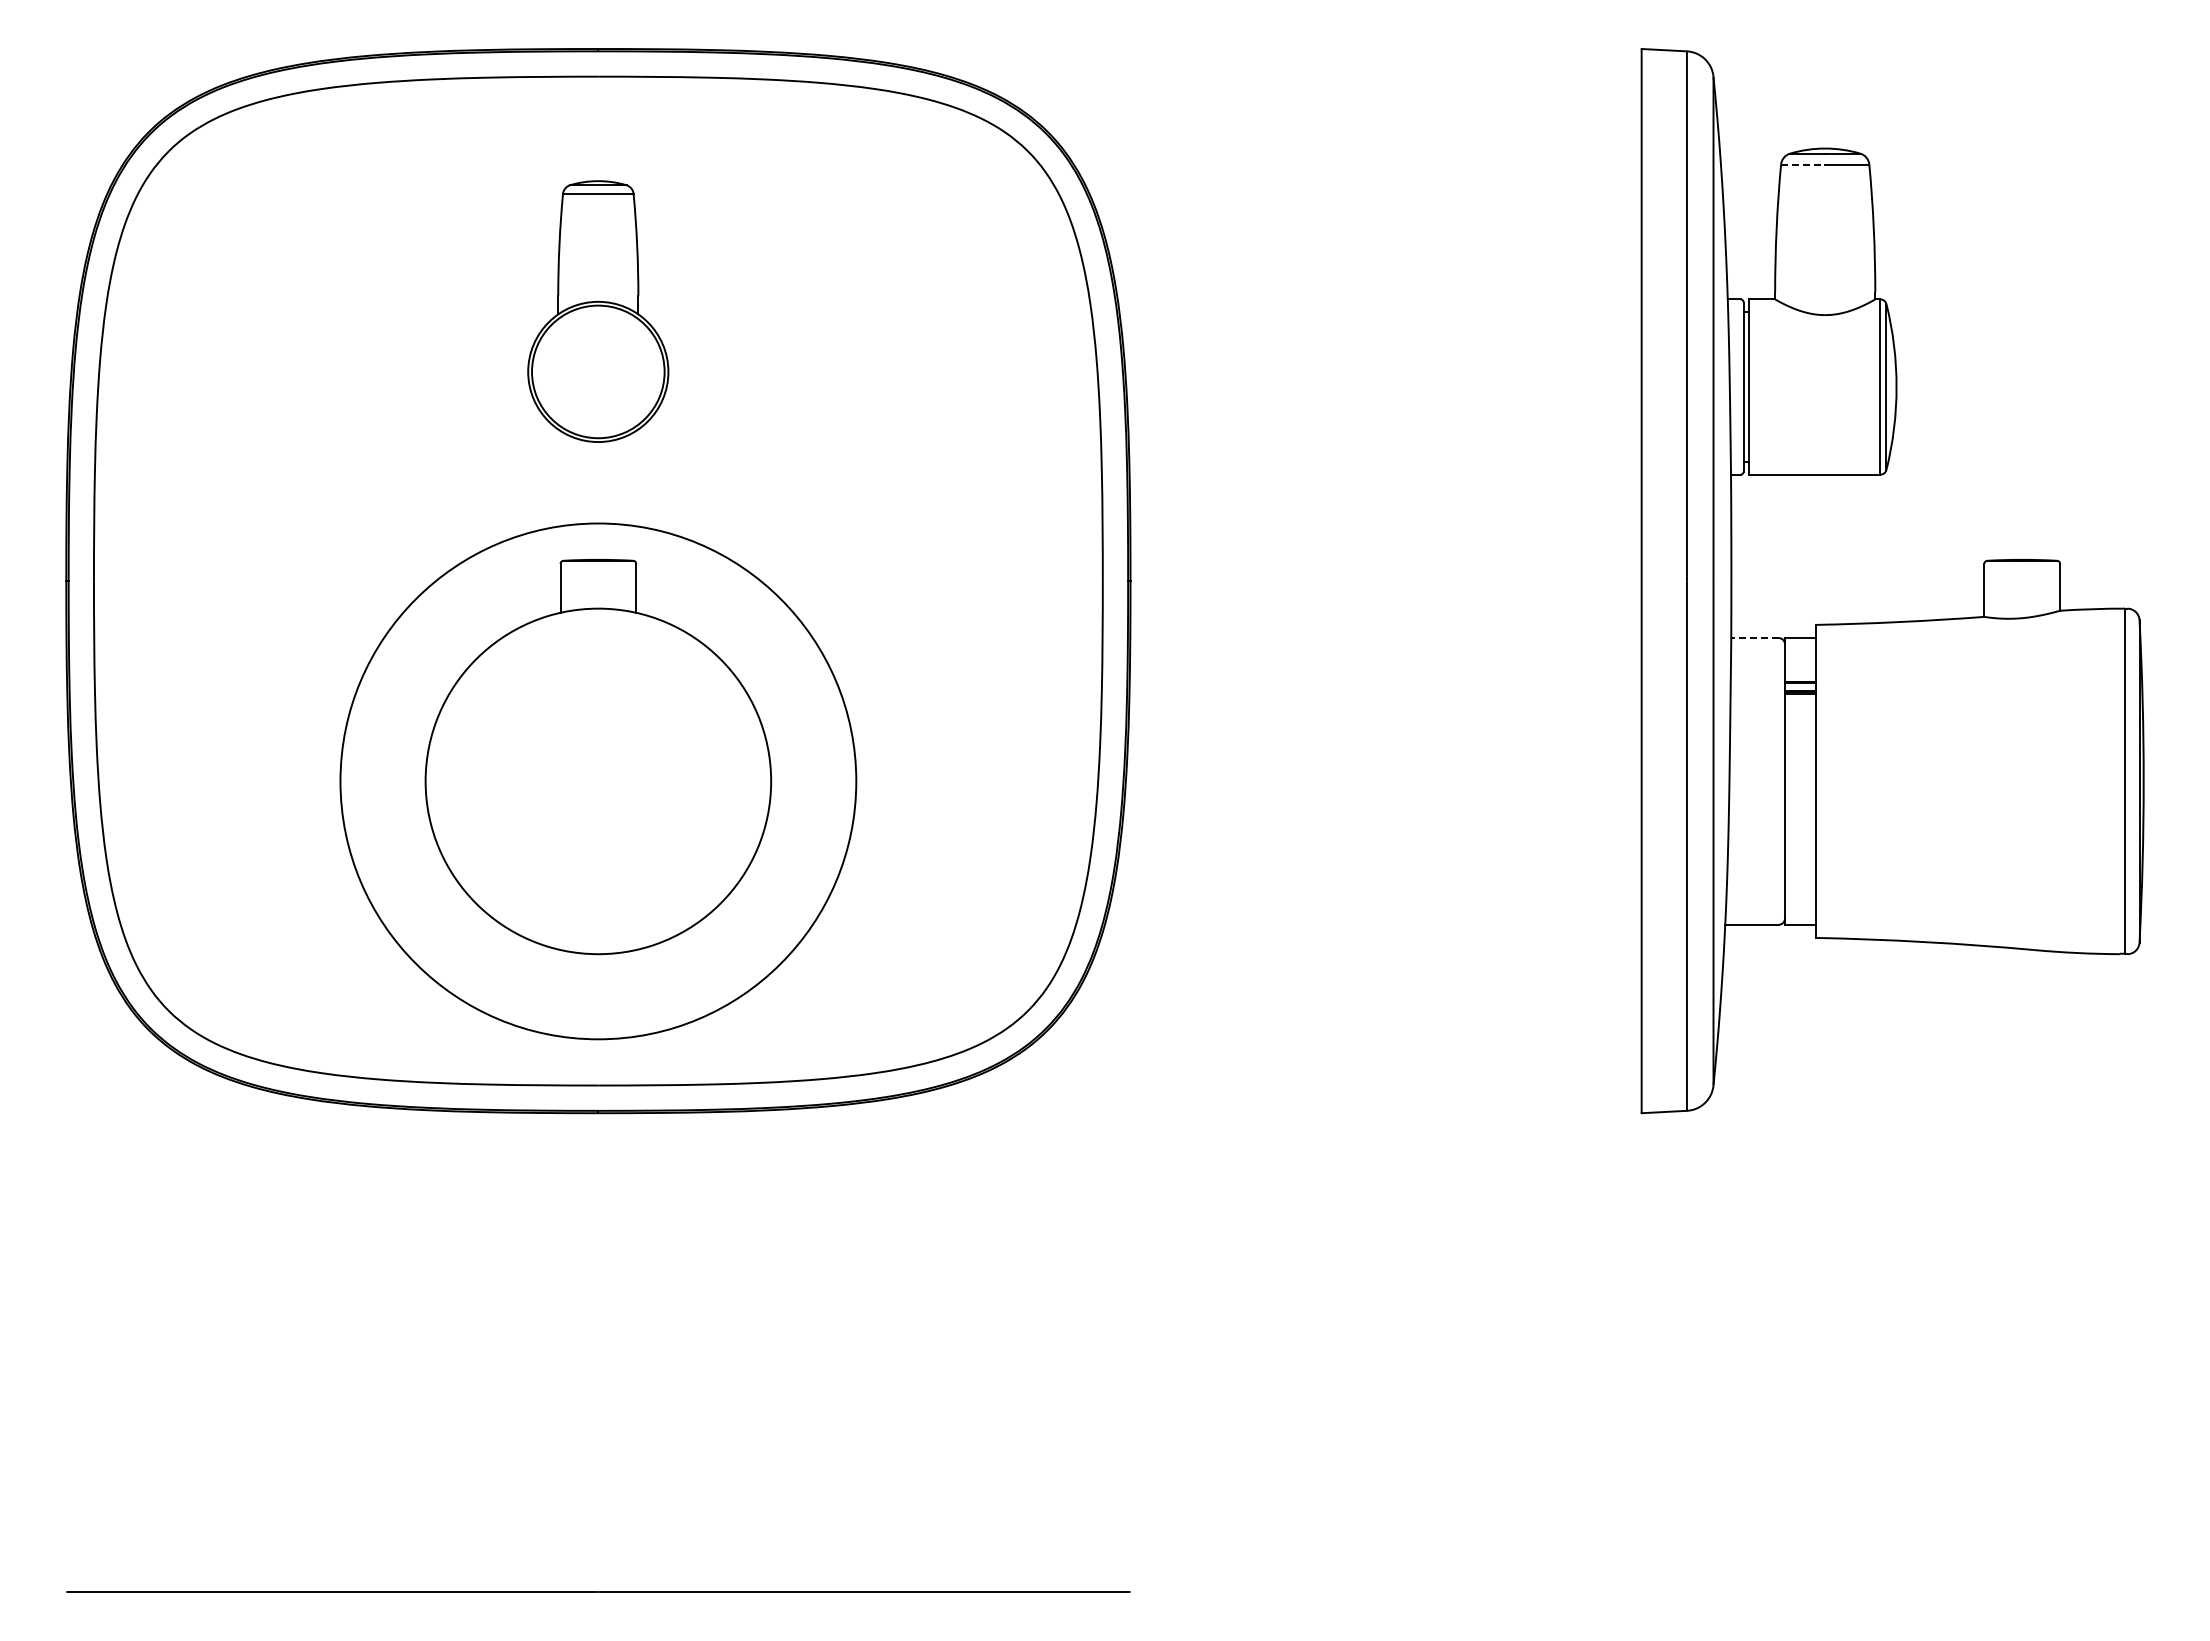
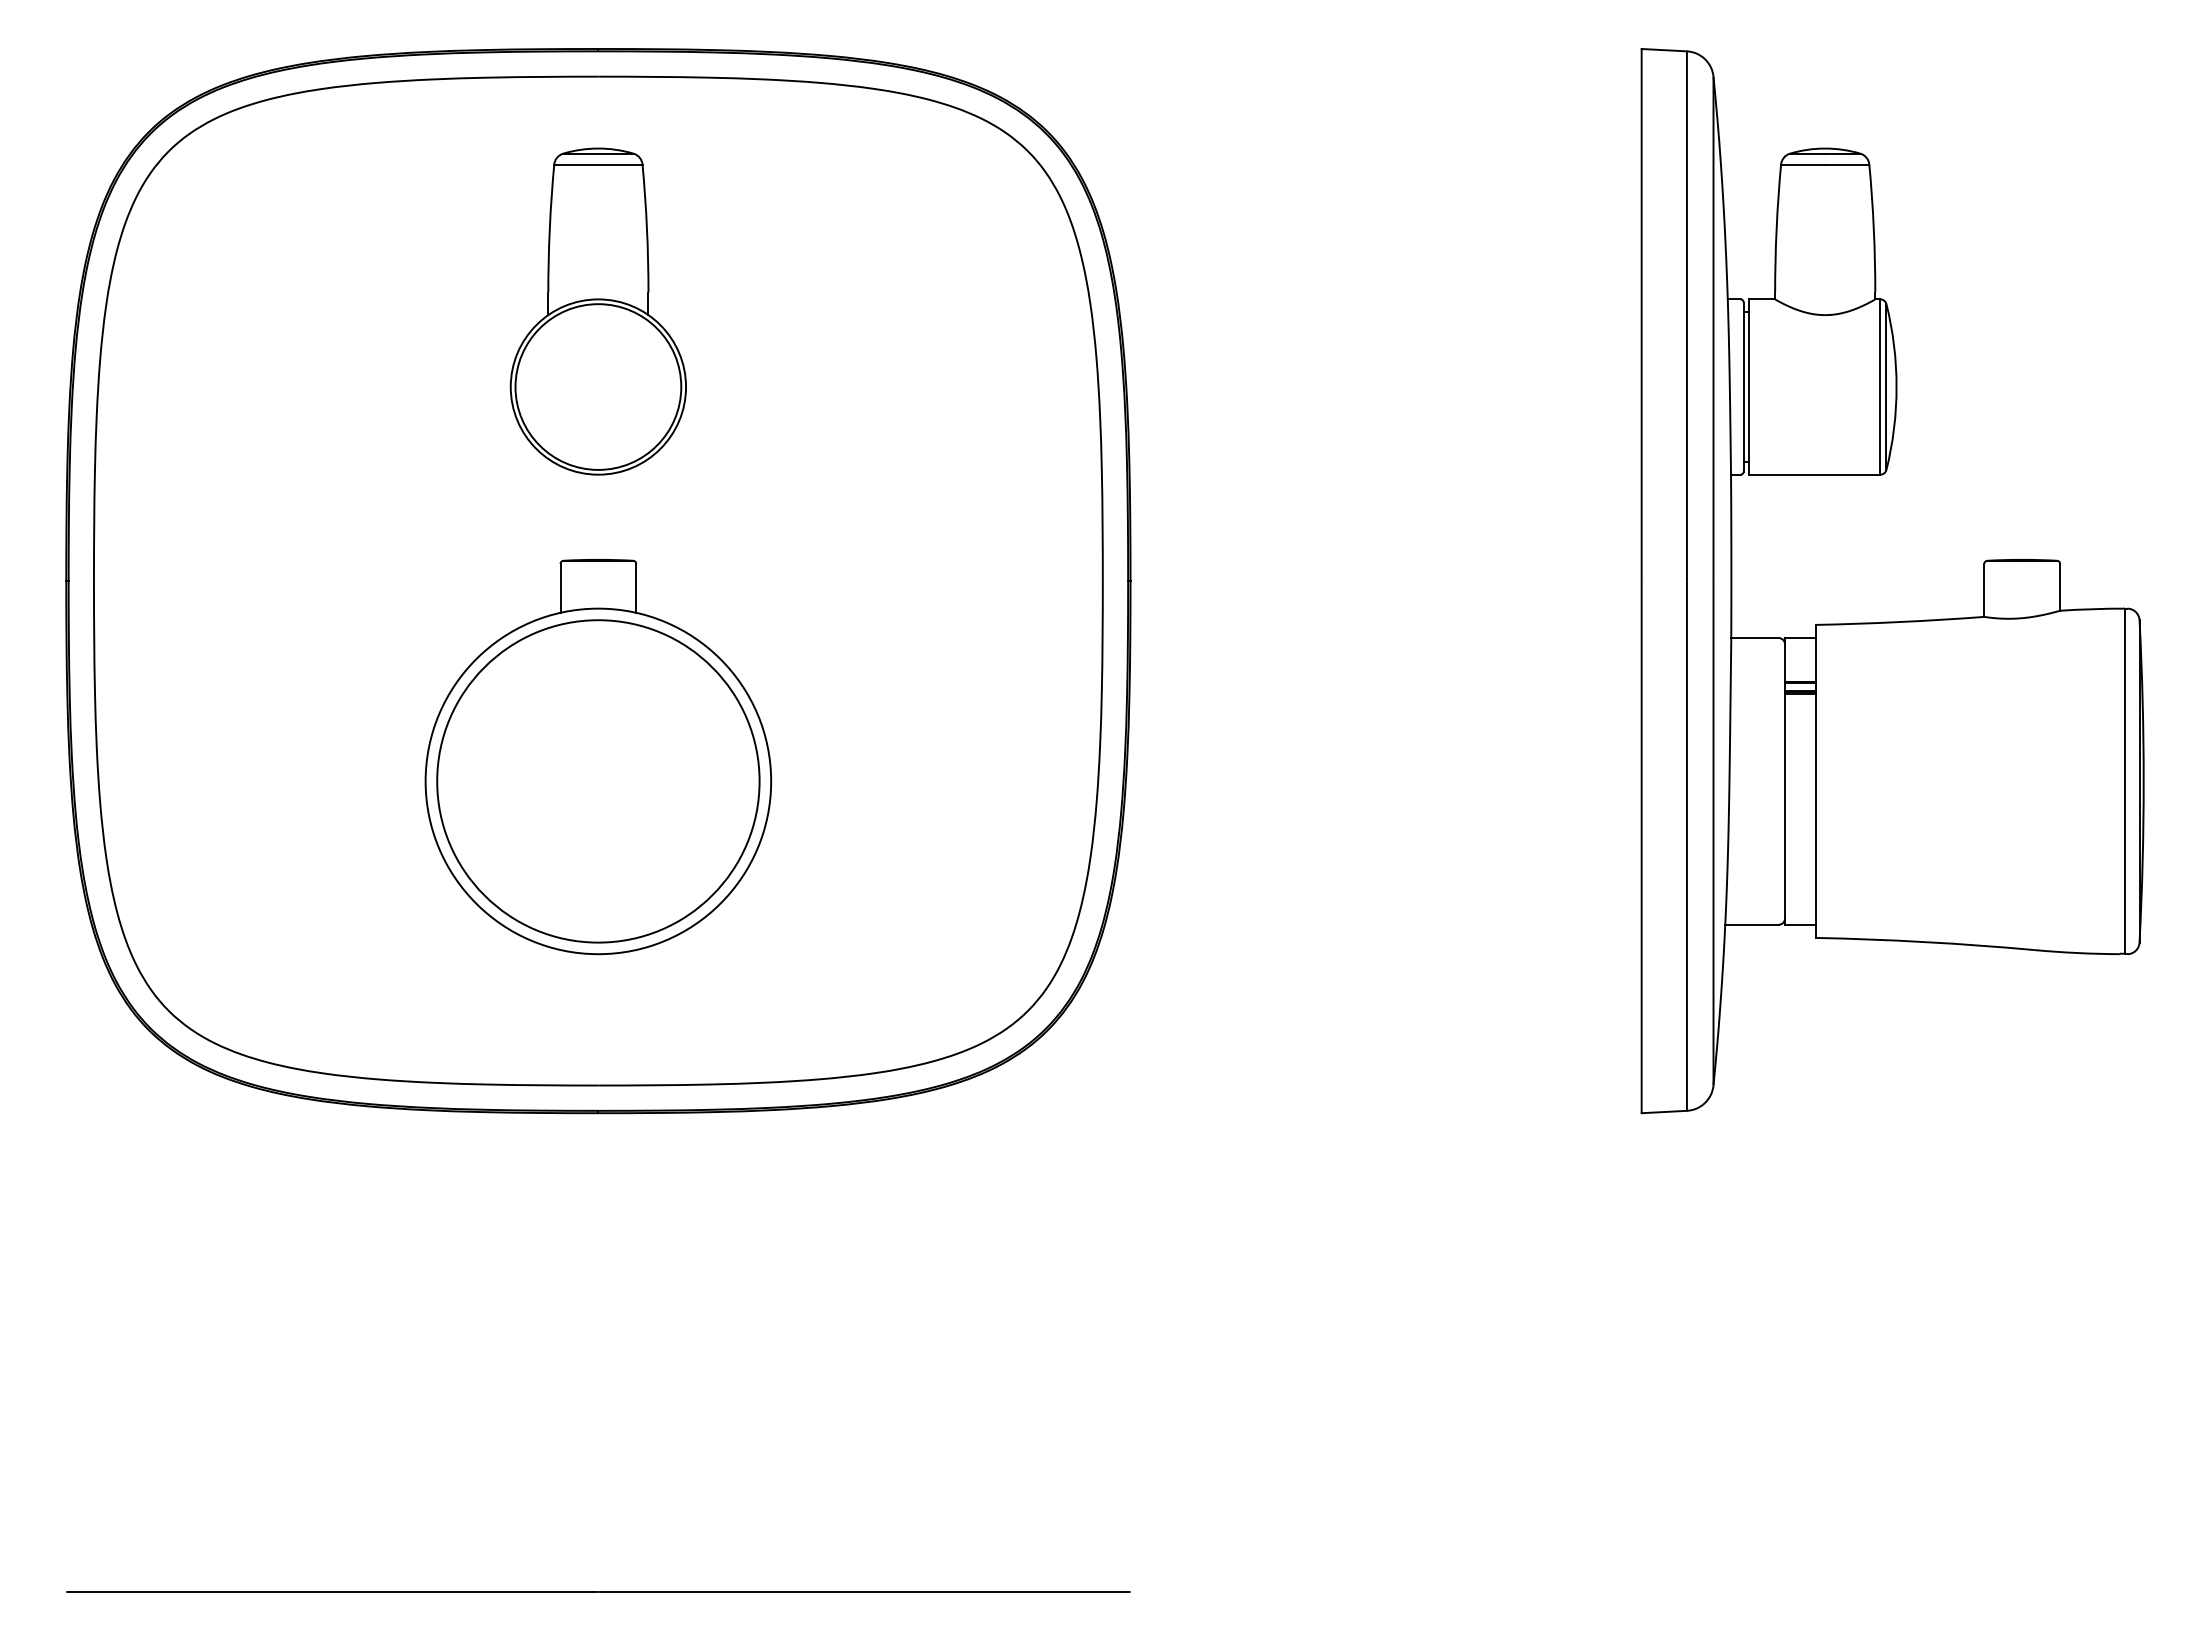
line at (1803, 164): dashed -> solid
part at (598, 311) size: 143x263 px -> 178x329 px
line at (1755, 638): dashed -> solid
circle at (598, 781) diameter: 516 px -> 322 px
